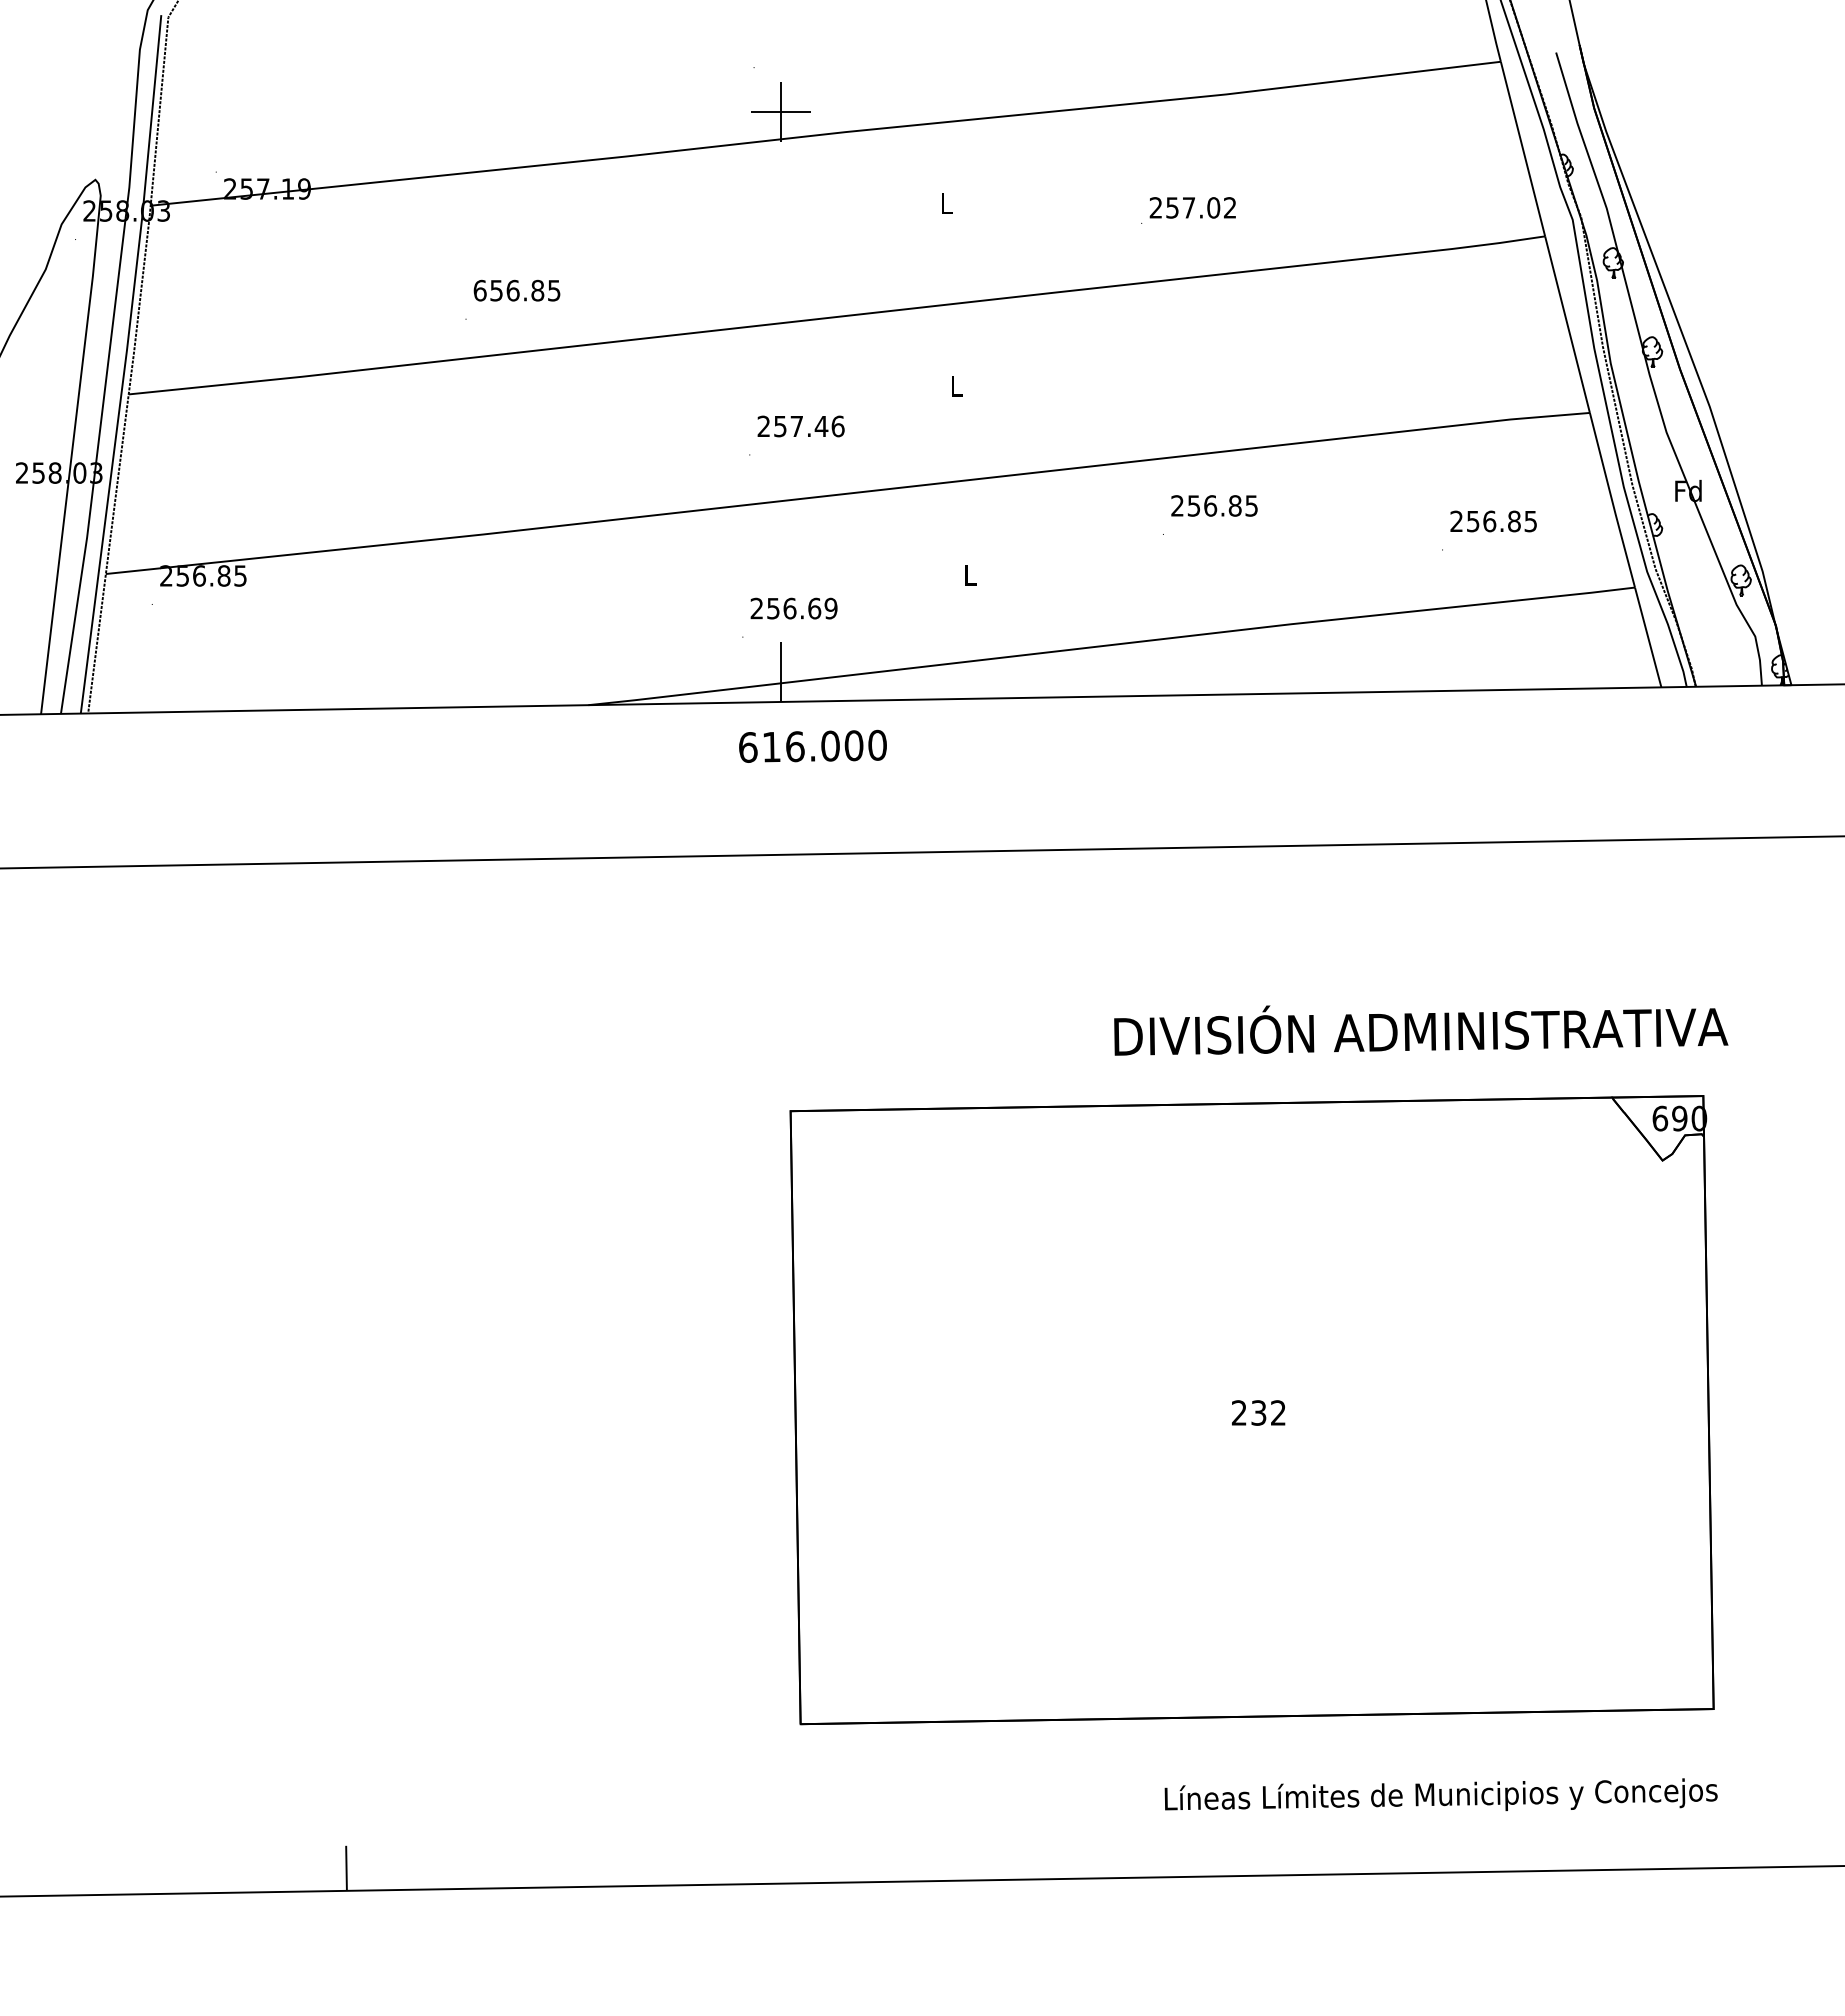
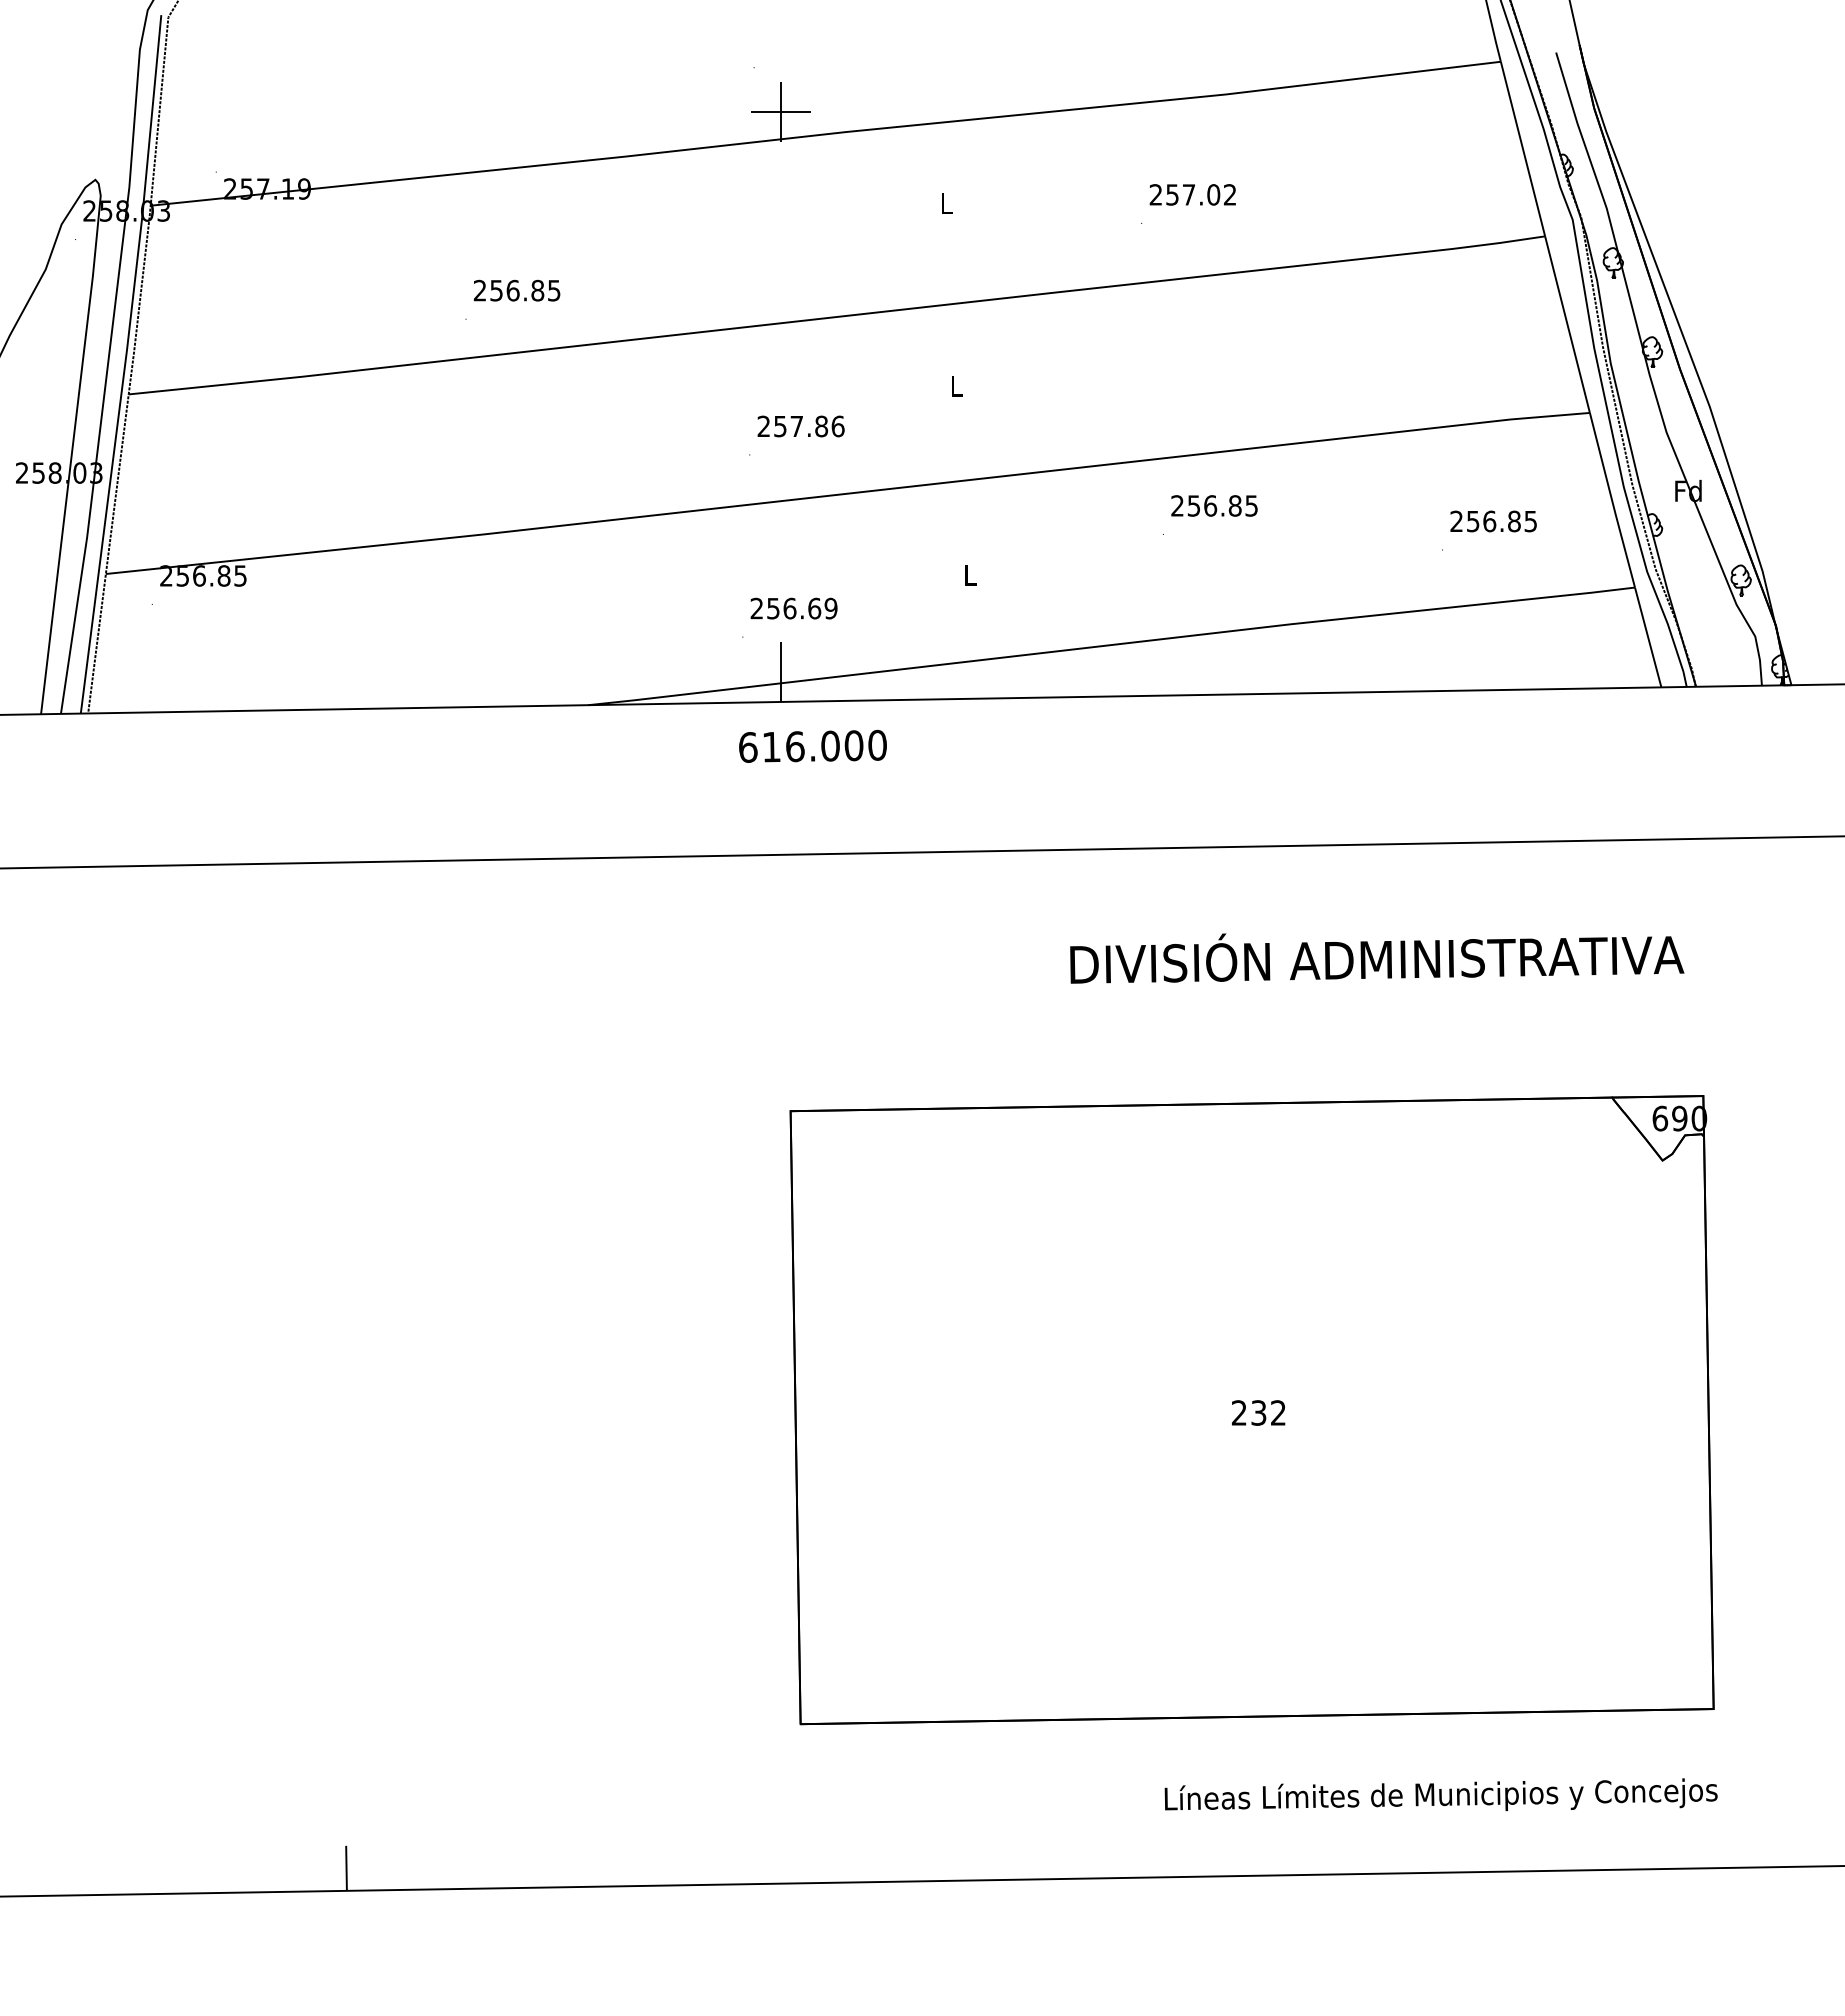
text at (1192, 207) position: (1192, 207) -> (1192, 194)
text at (479, 290): 656.85 -> 256.85
text at (821, 426): 257.46 -> 257.86
text at (1421, 1030) position: (1421, 1030) -> (1377, 958)
